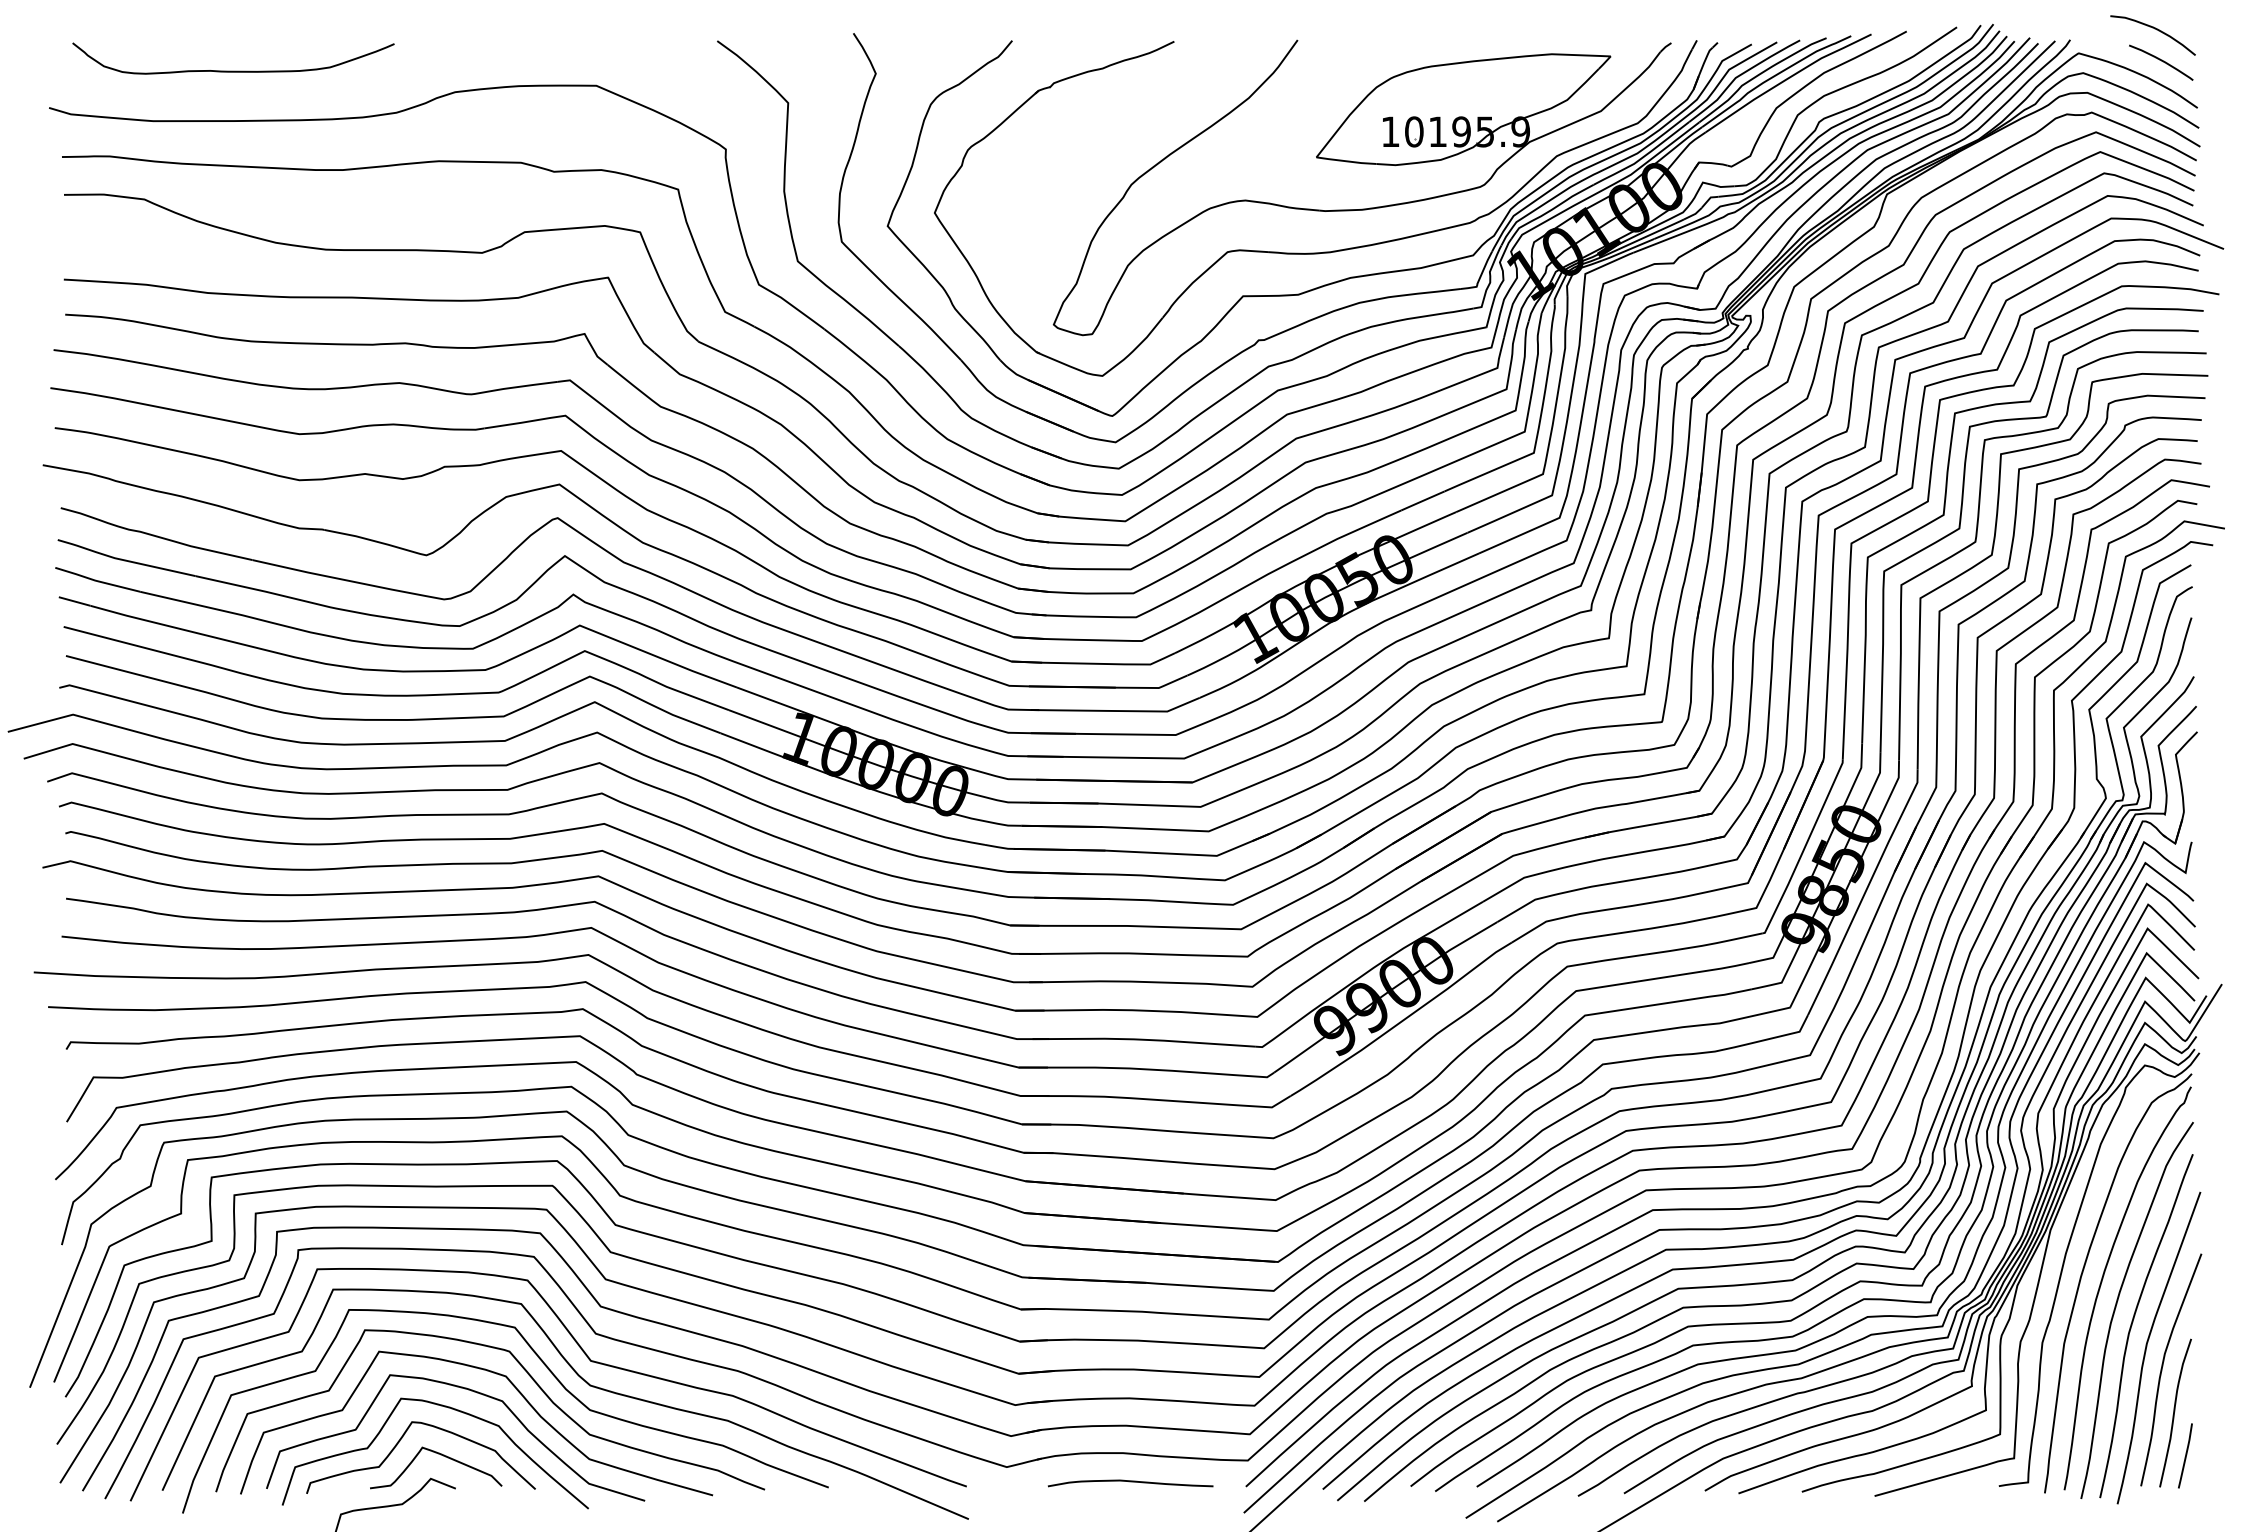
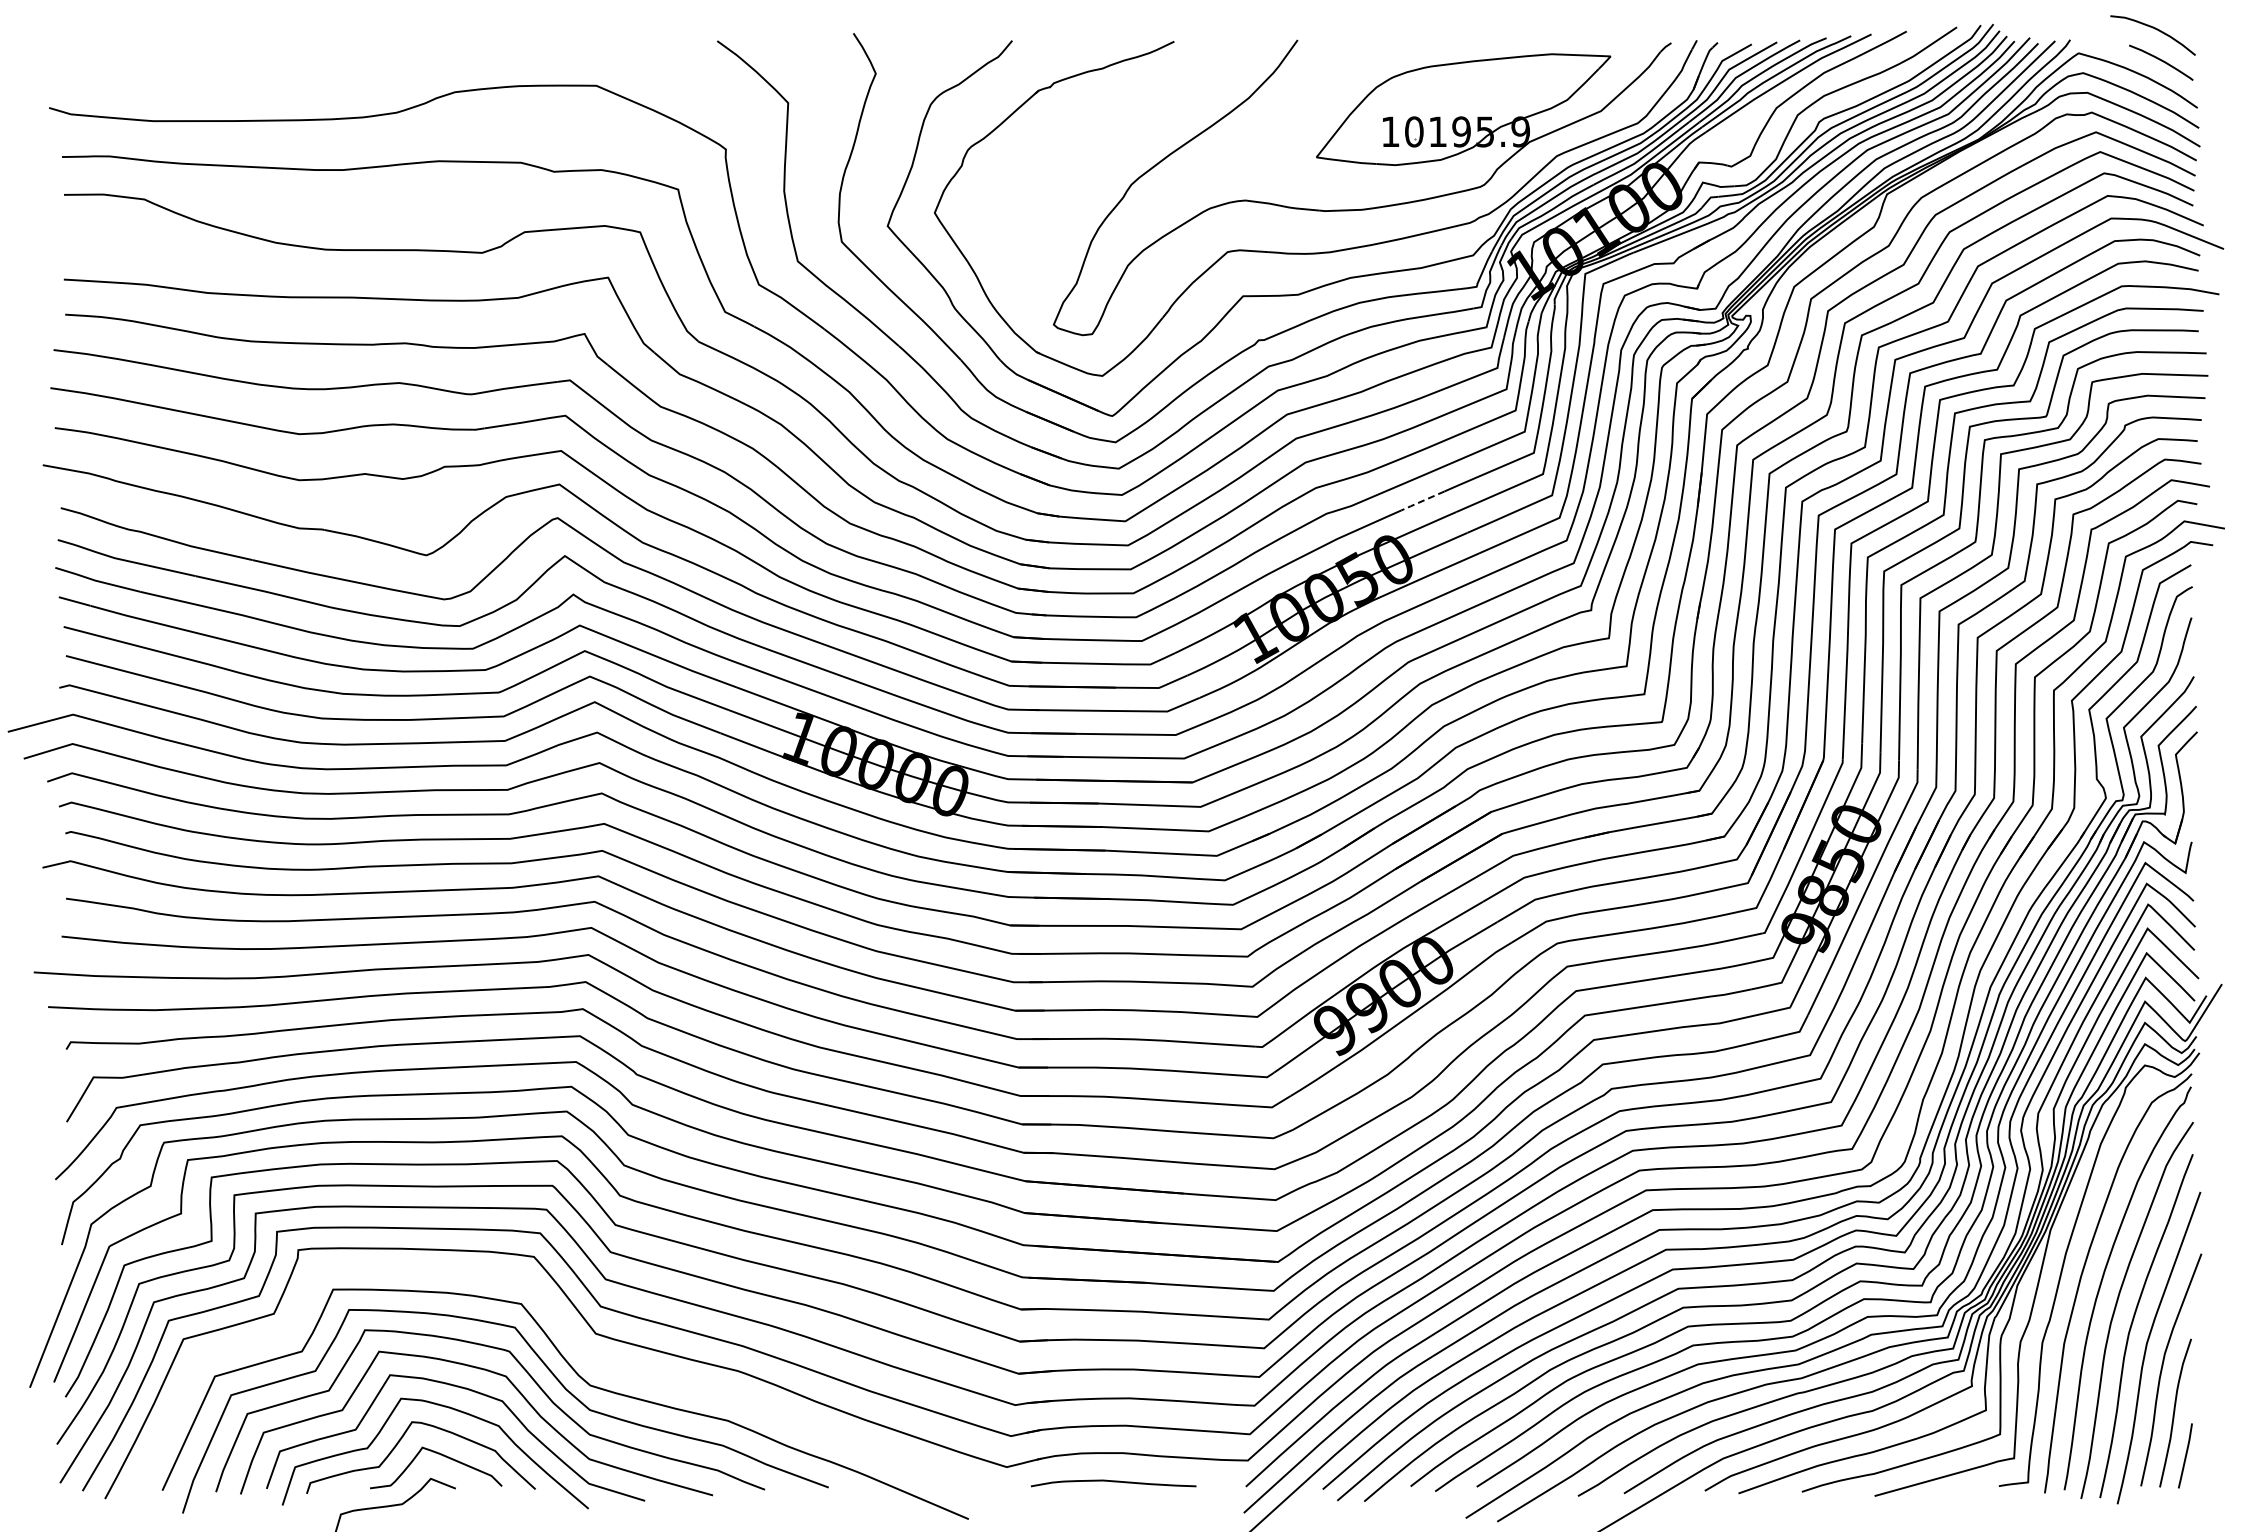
curve at (233, 70): present -> none
line at (1422, 501): solid -> dashed
curve at (584, 1354): present -> none
curve at (1130, 1482) position: (1130, 1482) -> (1113, 1482)
